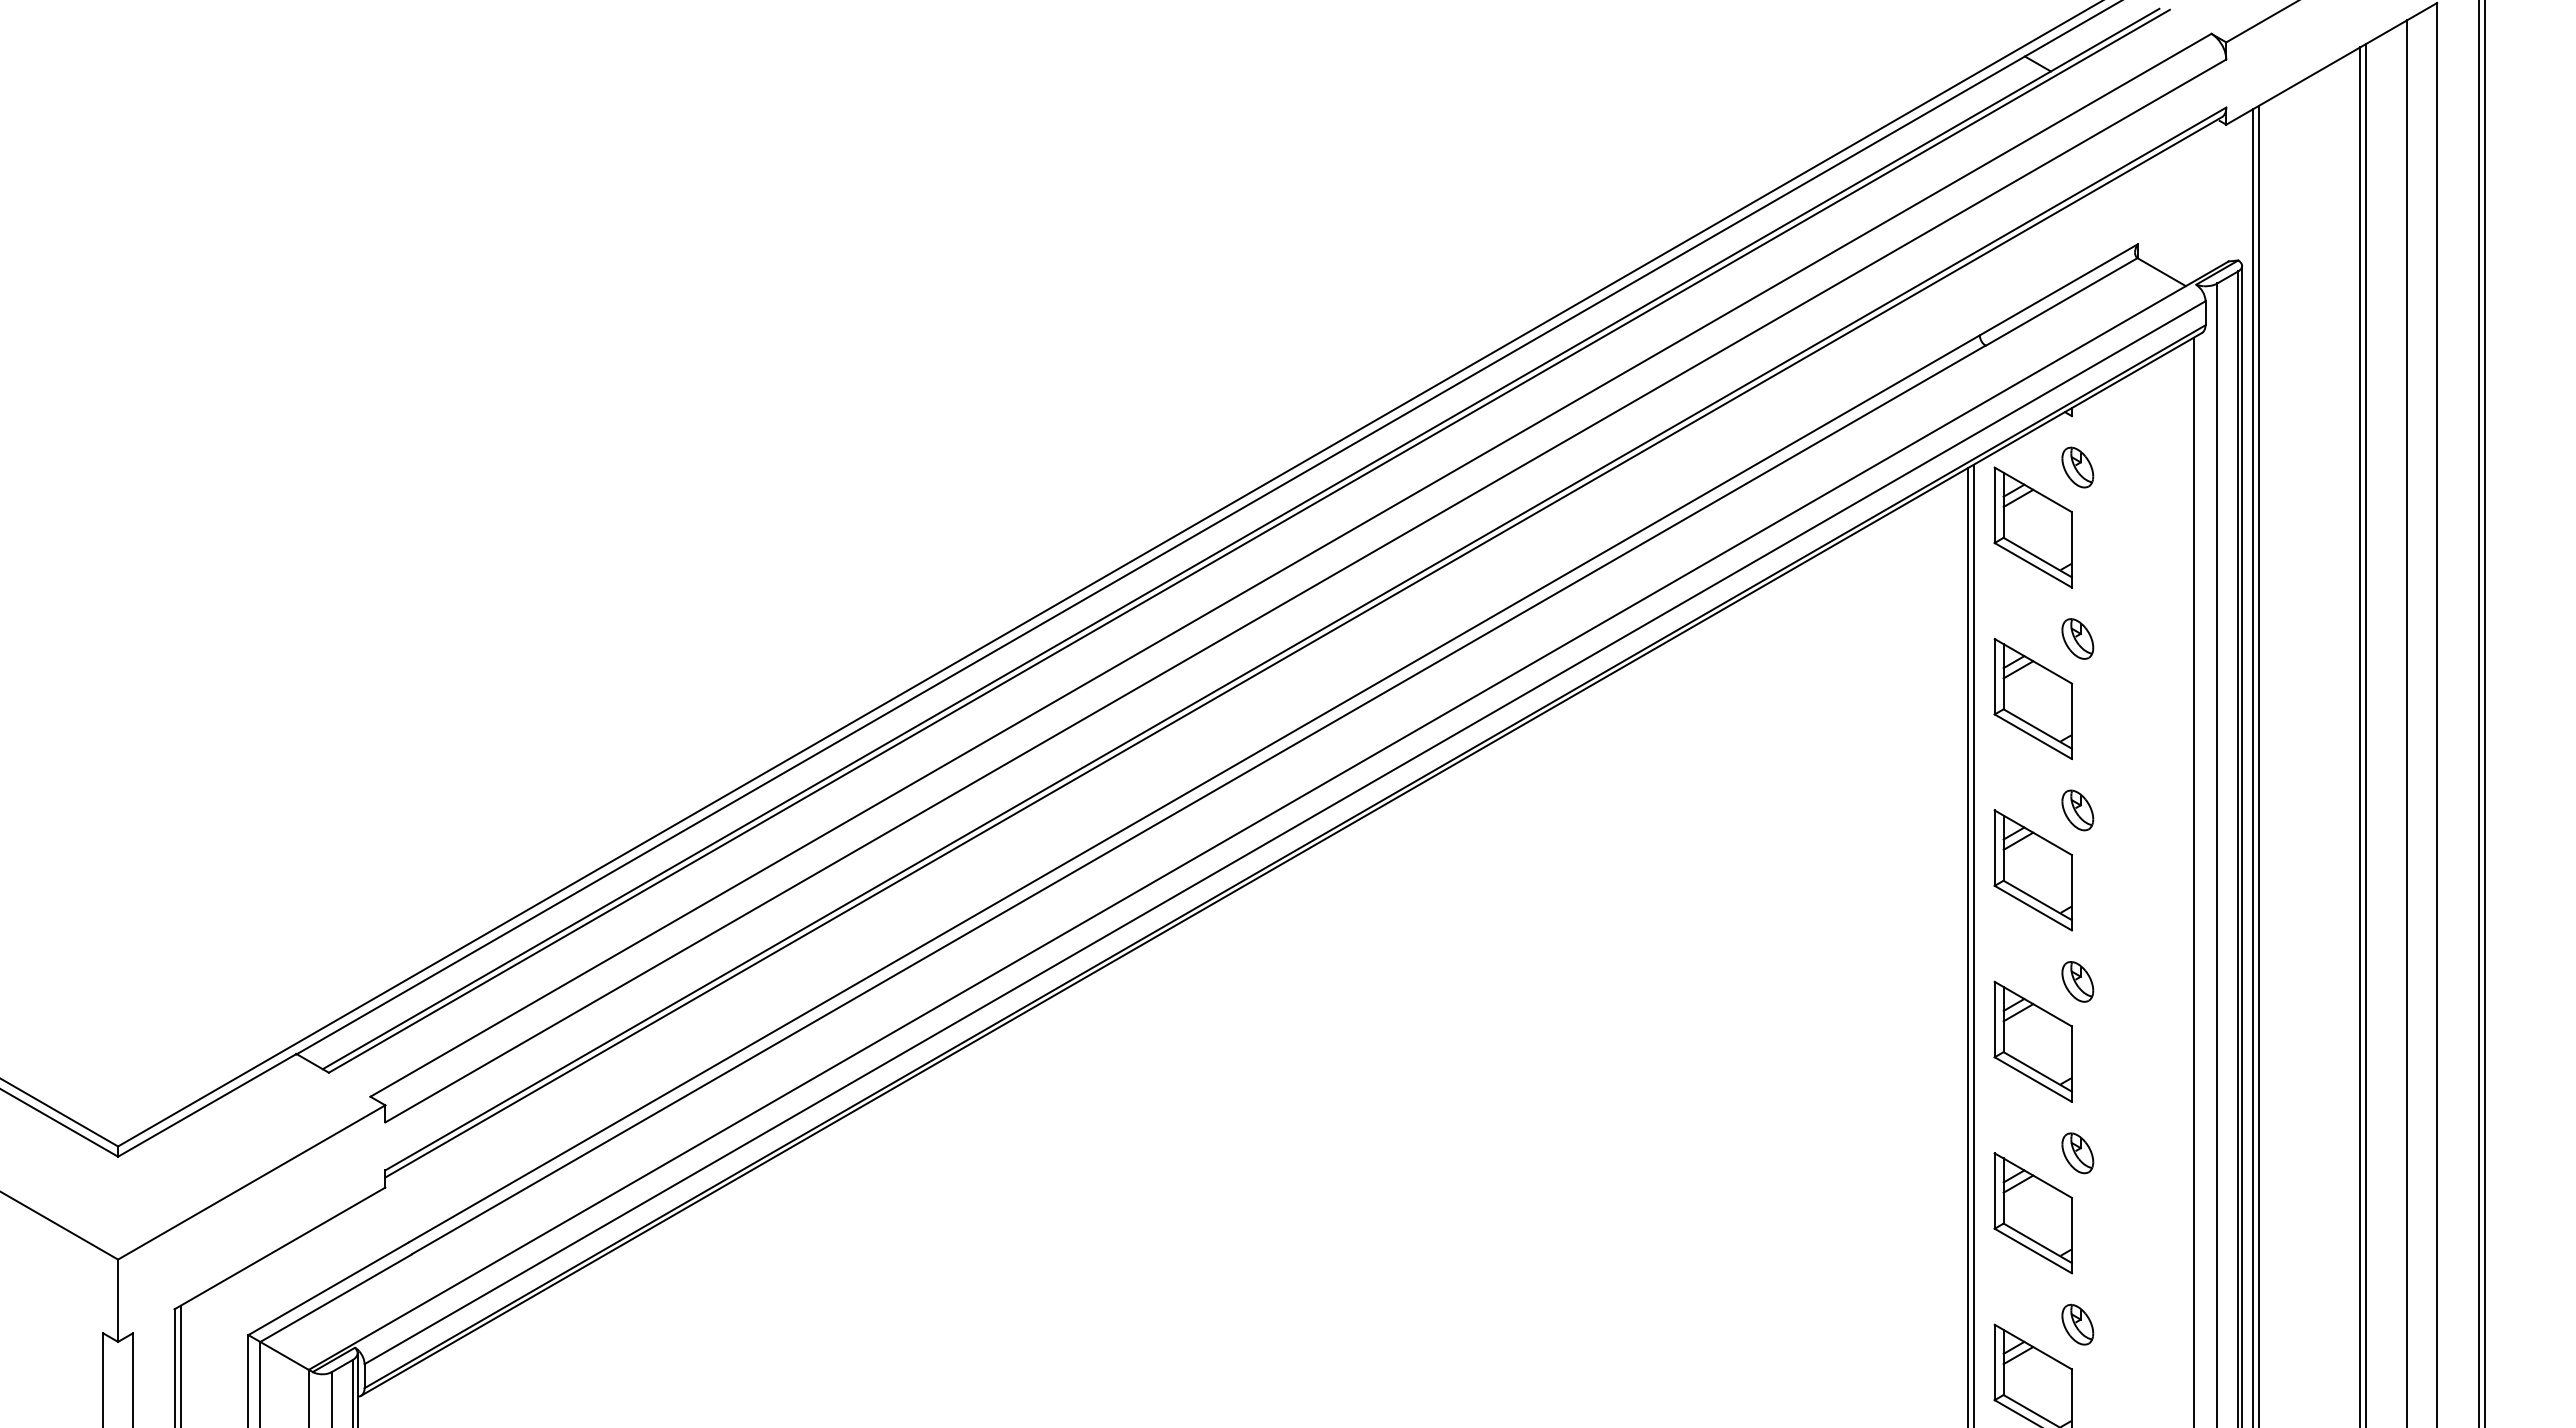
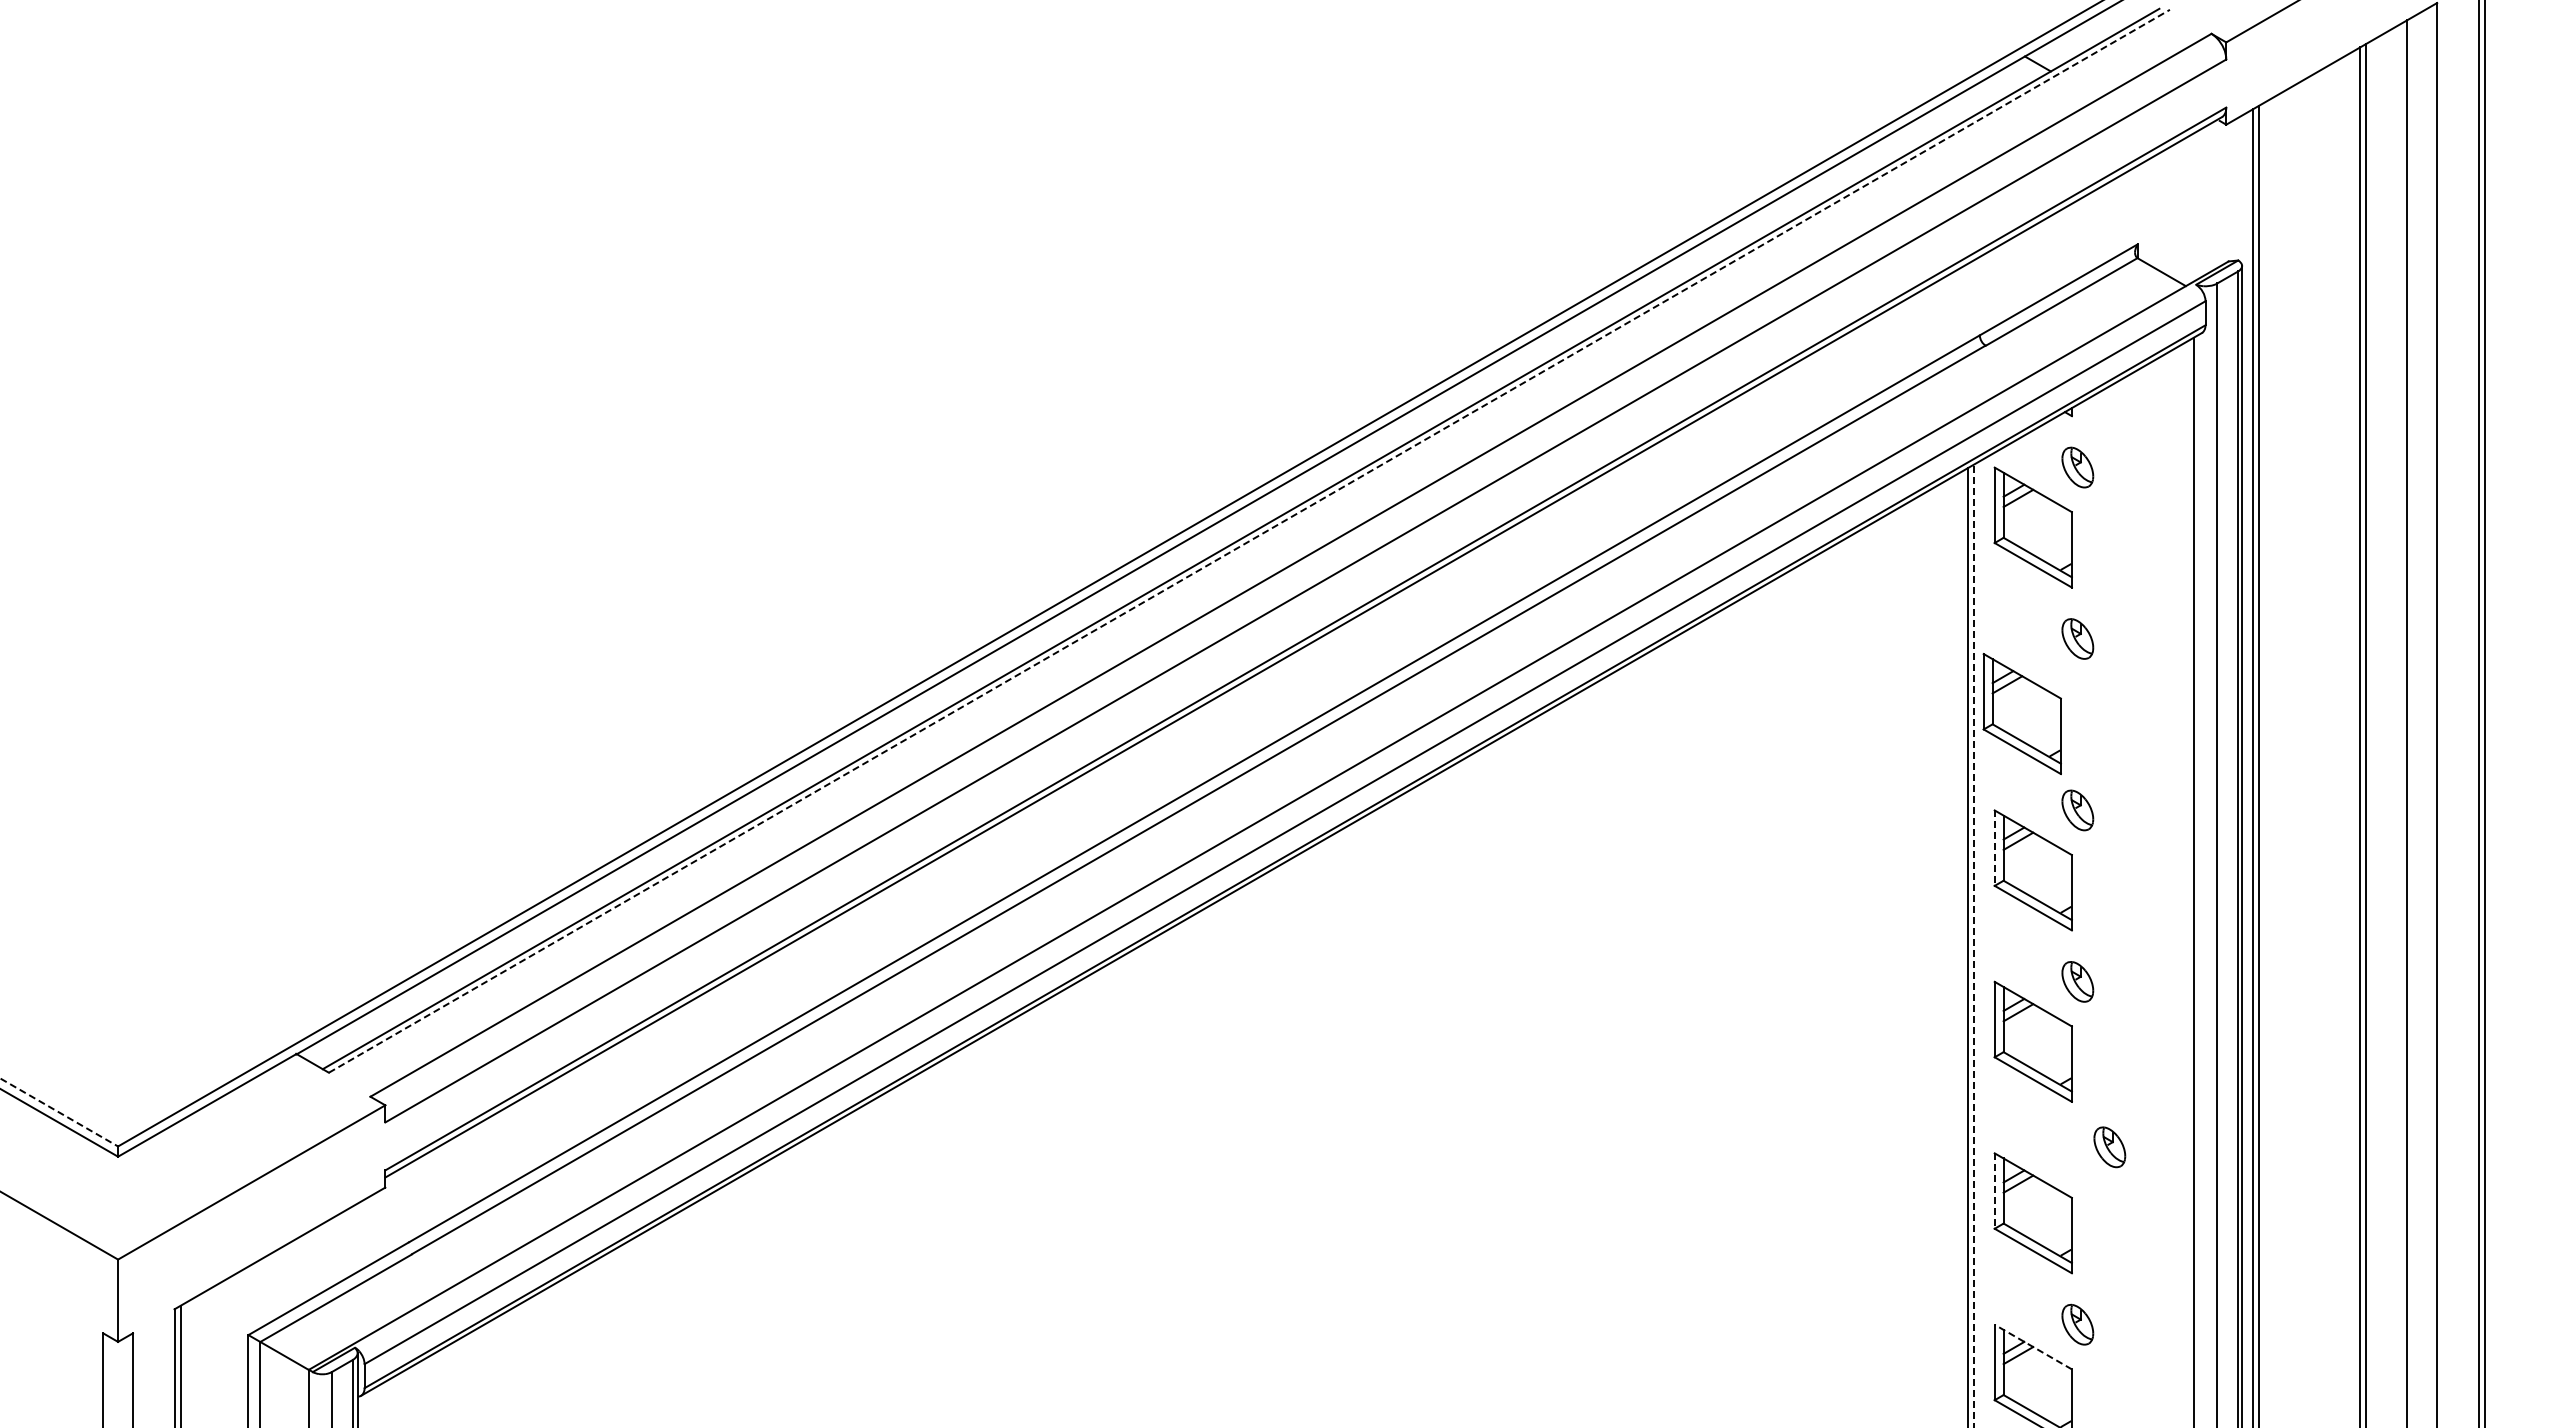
line at (1249, 541): solid -> dashed
part at (2032, 698) position: (2032, 698) -> (2021, 713)
line at (1994, 848): solid -> dashed
line at (1973, 945): solid -> dashed
line at (59, 1112): solid -> dashed
part at (2077, 1153) position: (2077, 1153) -> (2109, 1147)
line at (1994, 1191): solid -> dashed
line at (2033, 1347): solid -> dashed
